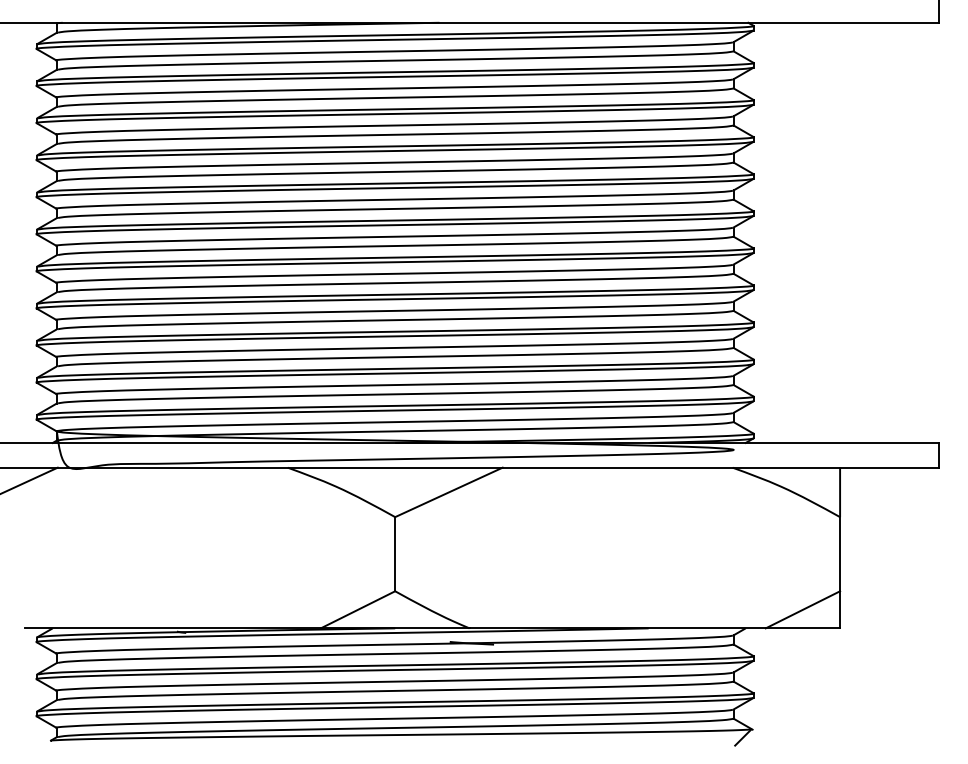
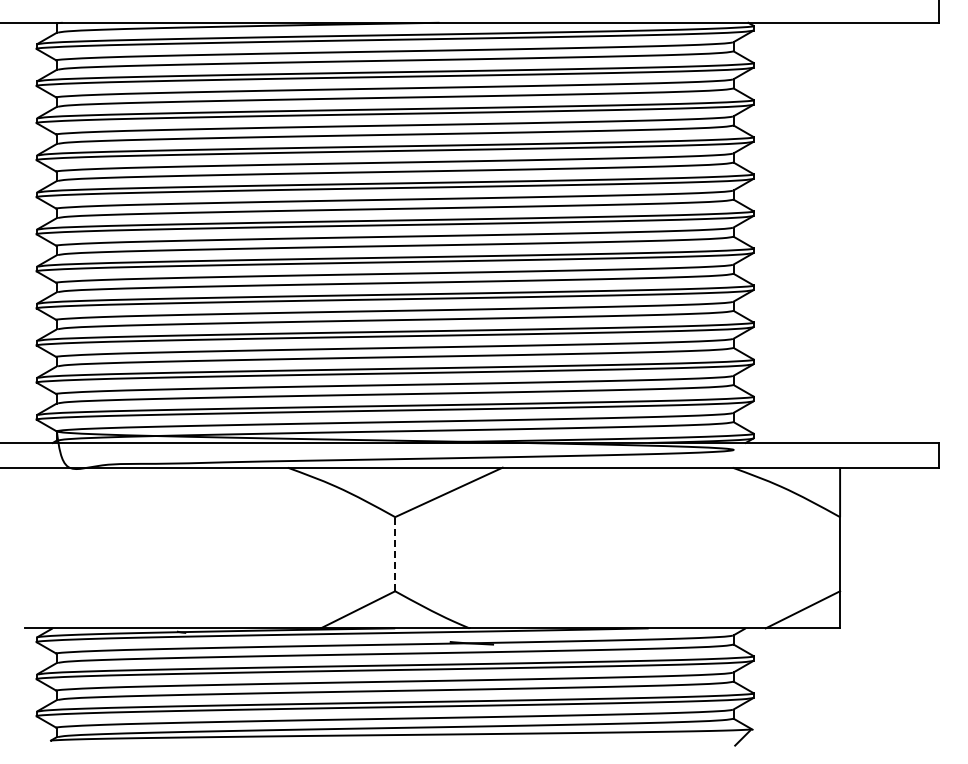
line at (29, 480): present -> none
line at (395, 553): solid -> dashed
